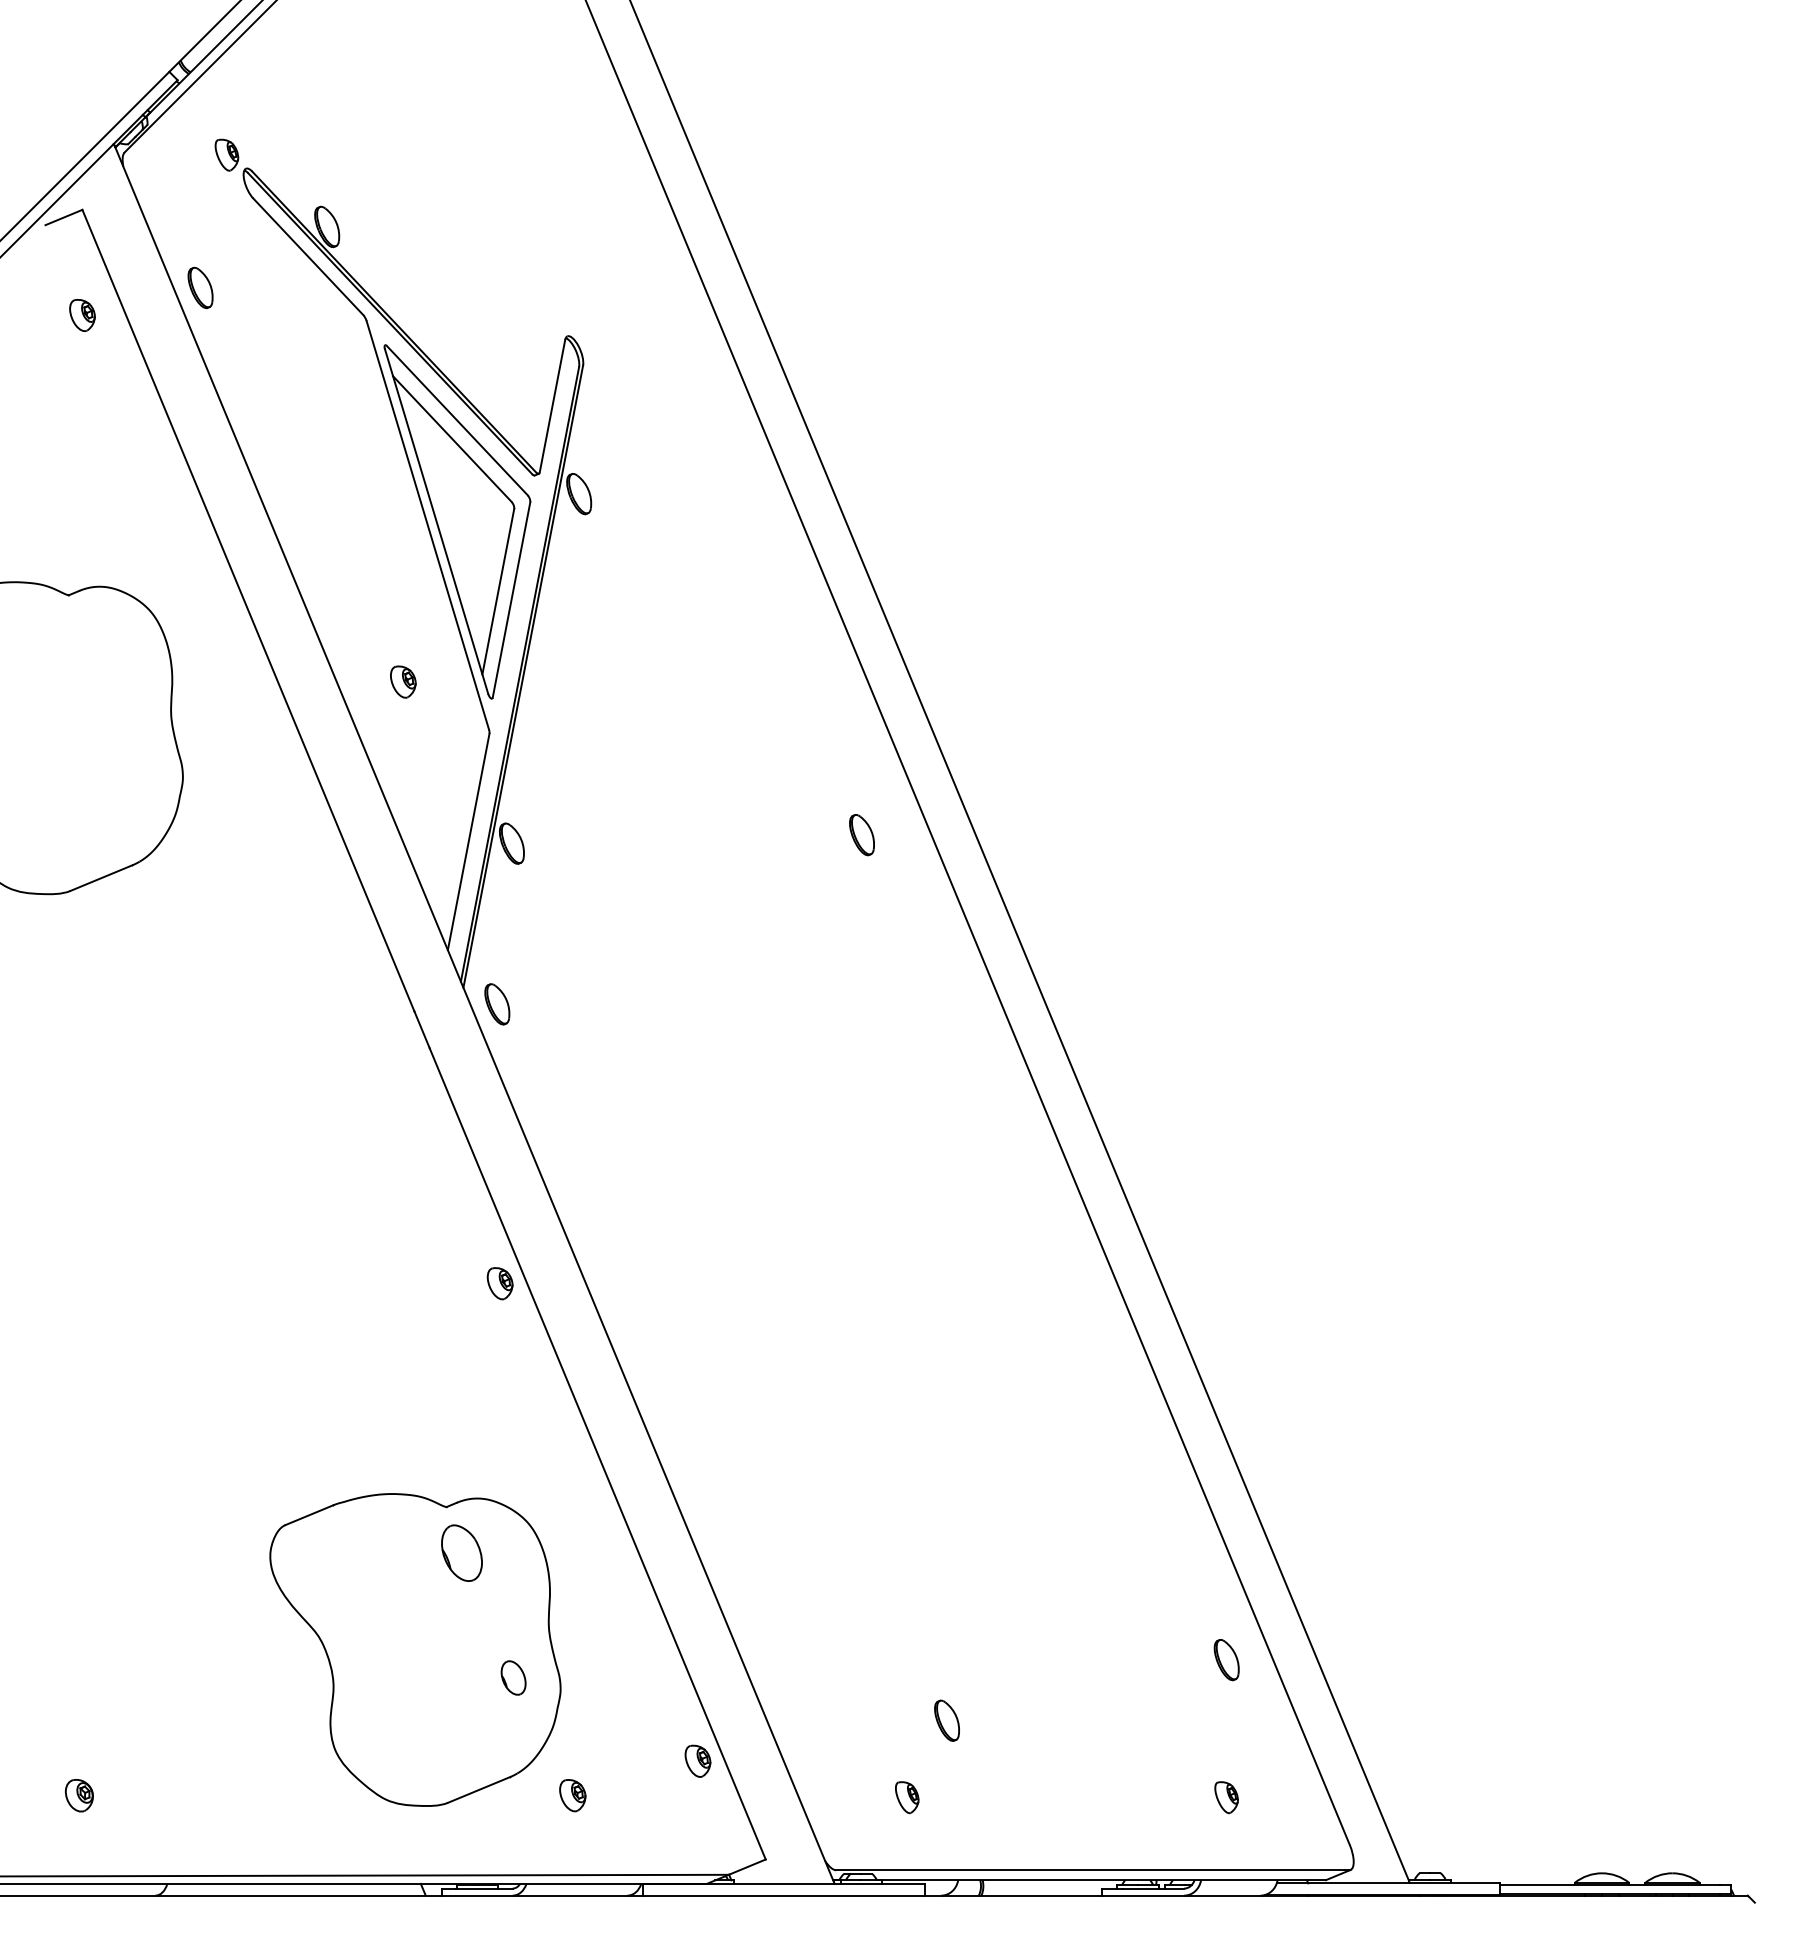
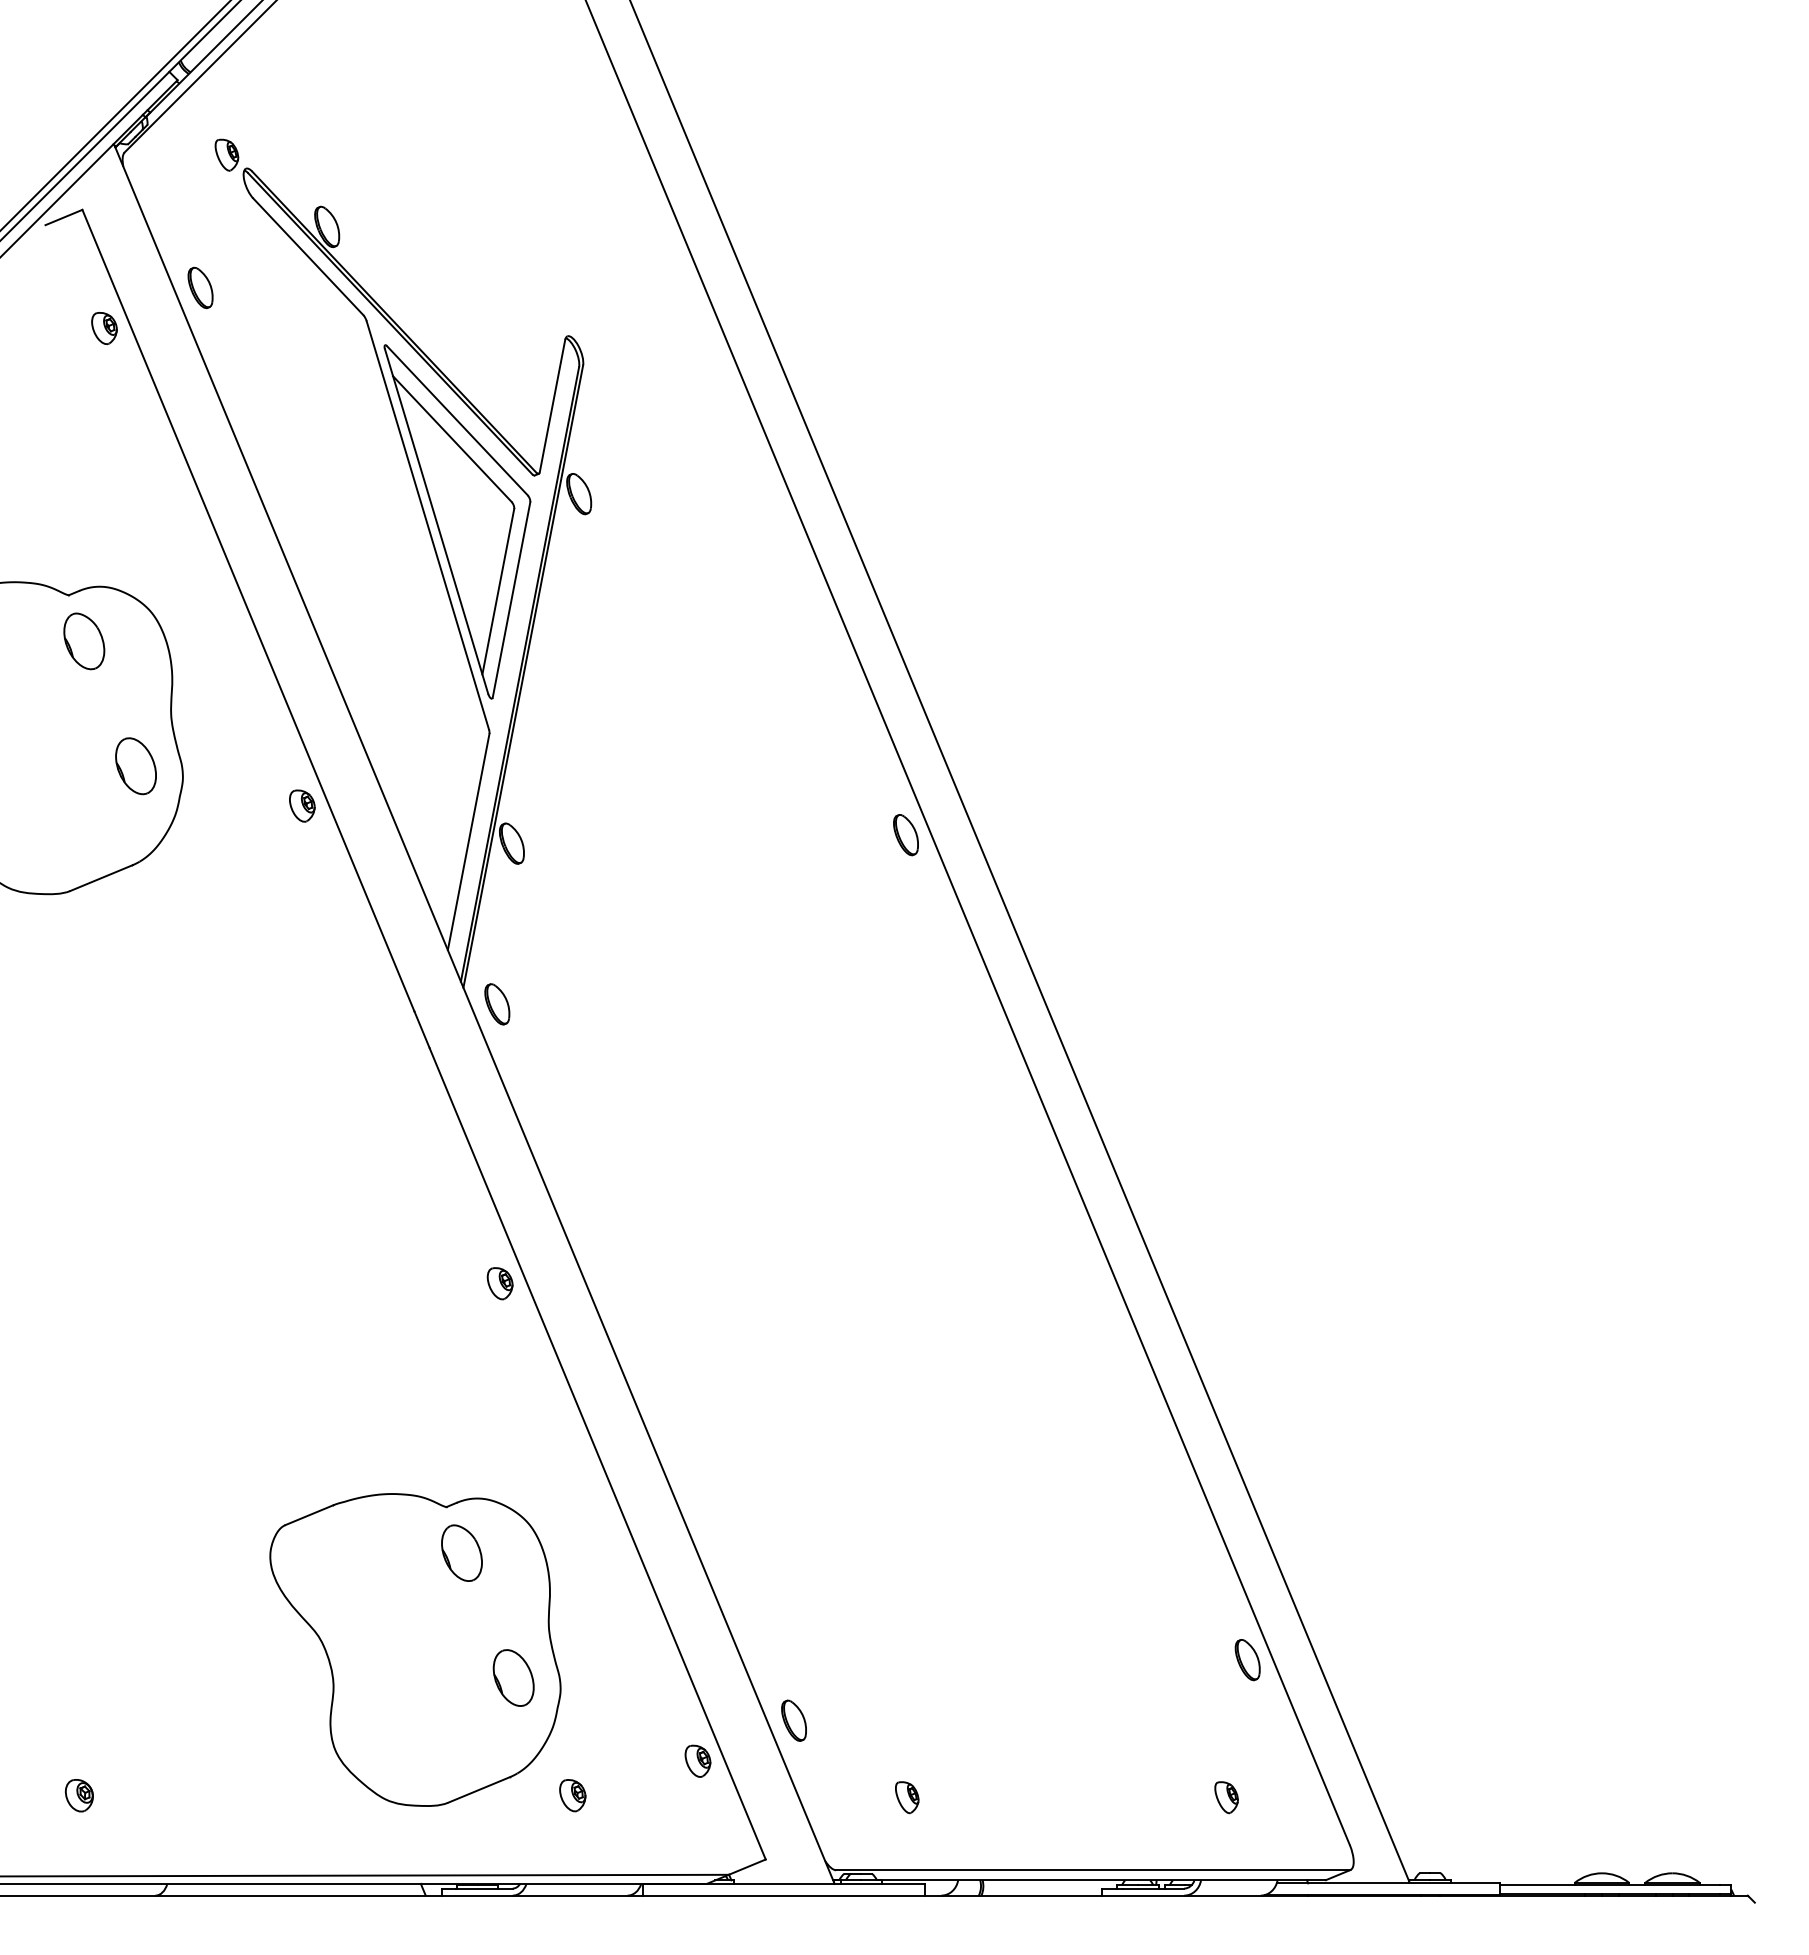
line at (115, 115): none -> present
part at (82, 315) position: (82, 315) -> (104, 328)
part at (84, 641): none -> present
part at (403, 681) position: (403, 681) -> (302, 805)
part at (135, 766): none -> present
part at (861, 835) position: (861, 835) -> (905, 835)
part at (1226, 1660) position: (1226, 1660) -> (1247, 1660)
part at (513, 1677) size: 27x36 px -> 43x58 px
part at (946, 1720) position: (946, 1720) -> (793, 1720)
